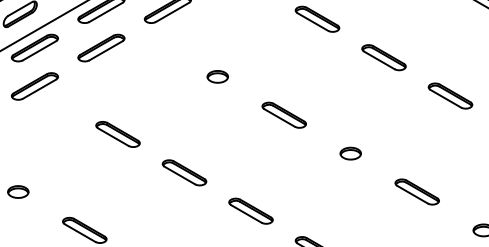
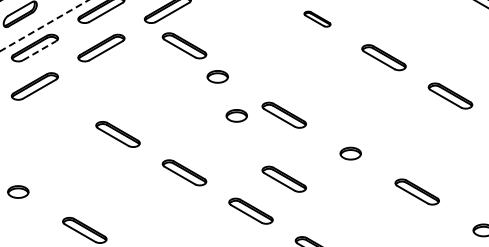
part at (317, 18) size: 47x28 px -> 29x18 px
line at (44, 25): solid -> dashed
part at (184, 45): none -> present
line at (40, 50): solid -> dashed
part at (236, 115): none -> present
part at (283, 178): none -> present
